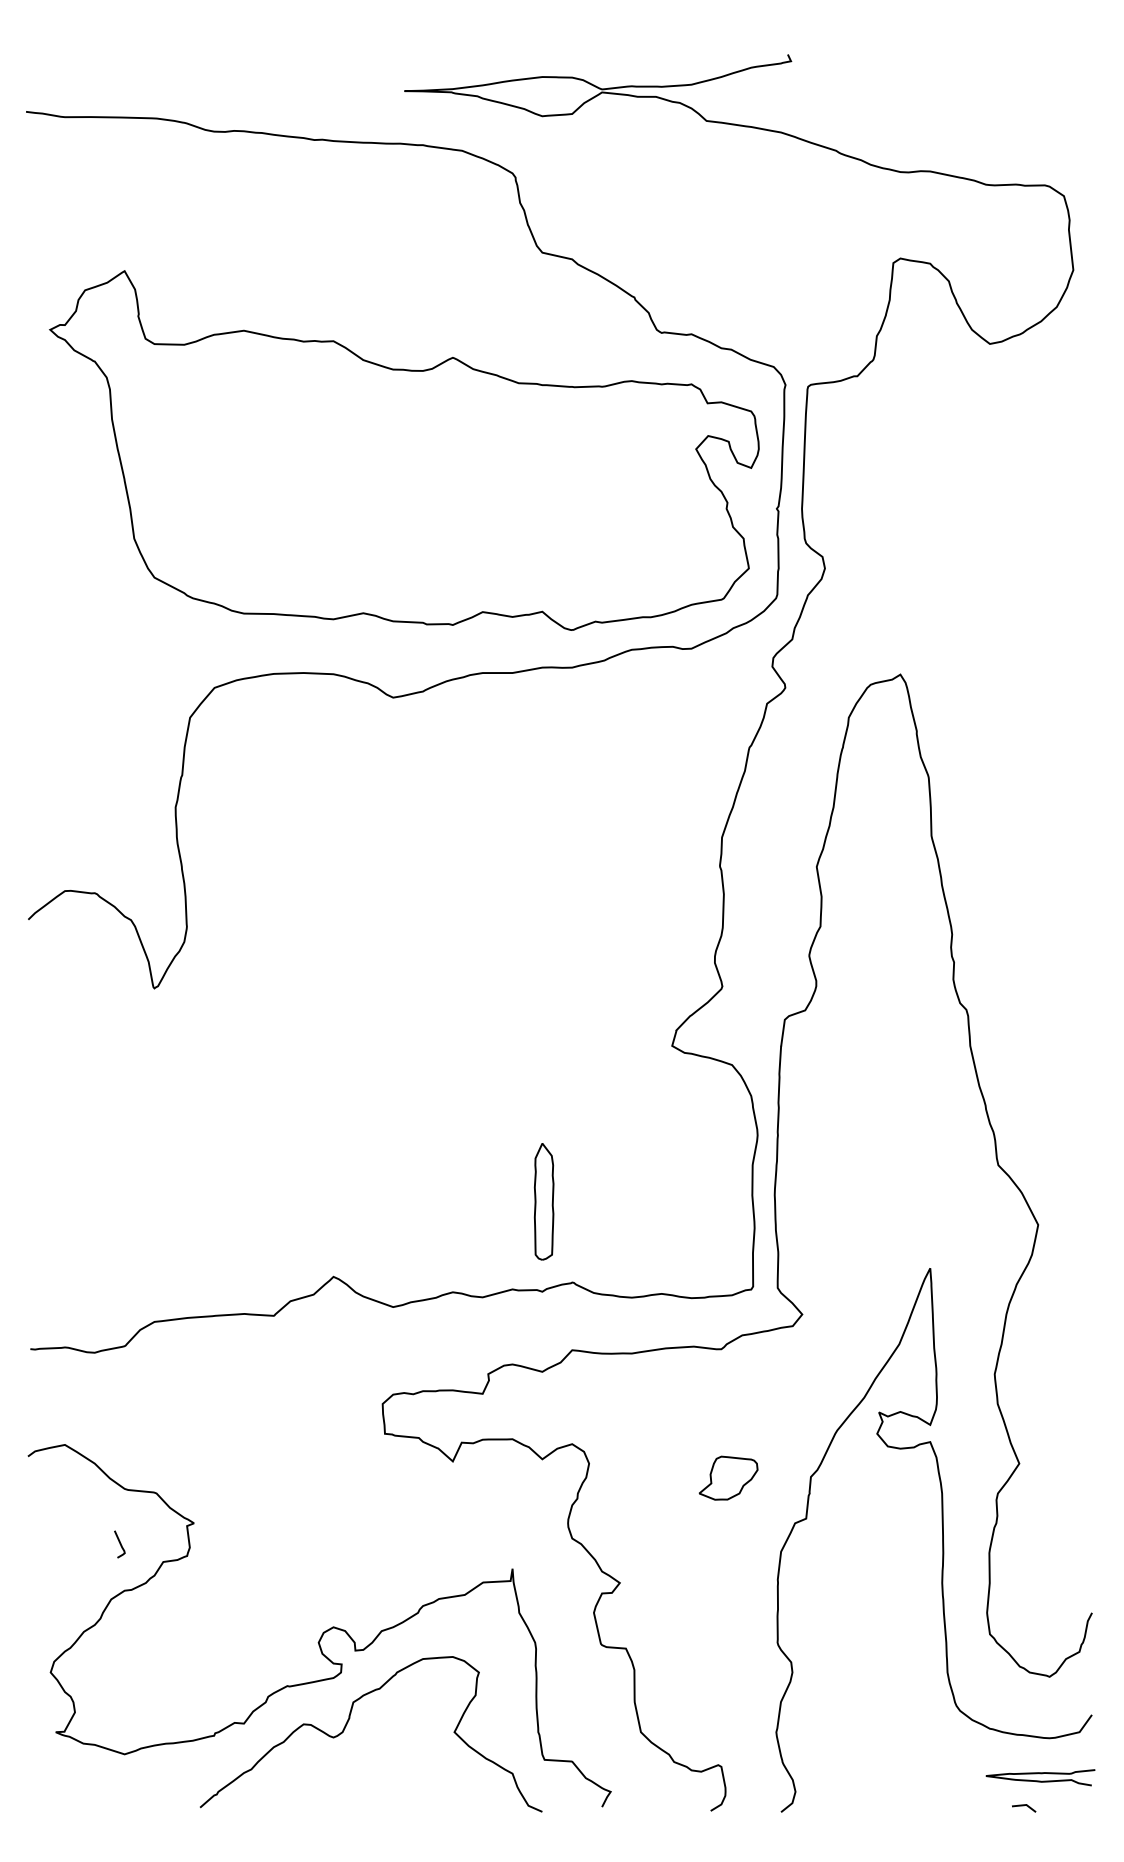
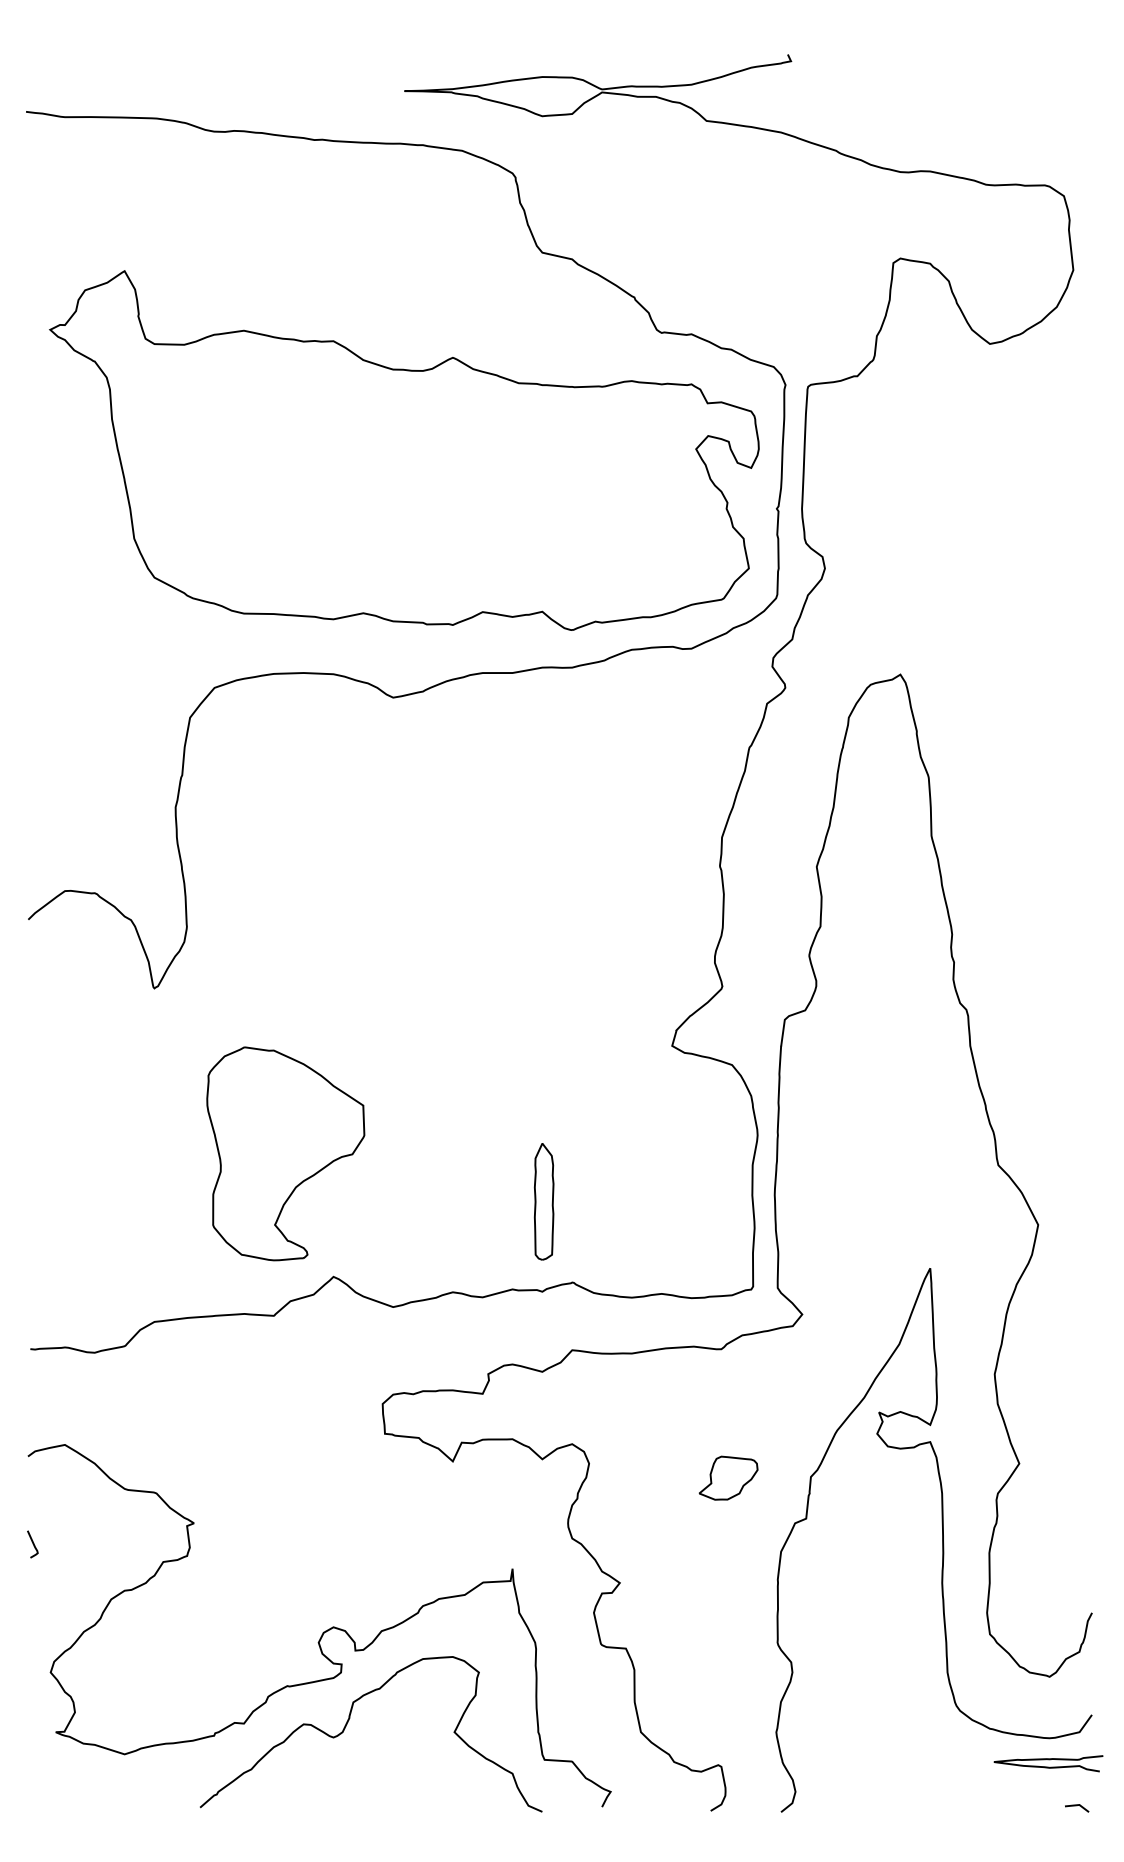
part at (285, 1153): none -> present
curve at (119, 1544) position: (119, 1544) -> (32, 1544)
curve at (1040, 1774) position: (1040, 1774) -> (1048, 1760)
line at (1024, 1806) position: (1024, 1806) -> (1077, 1806)
